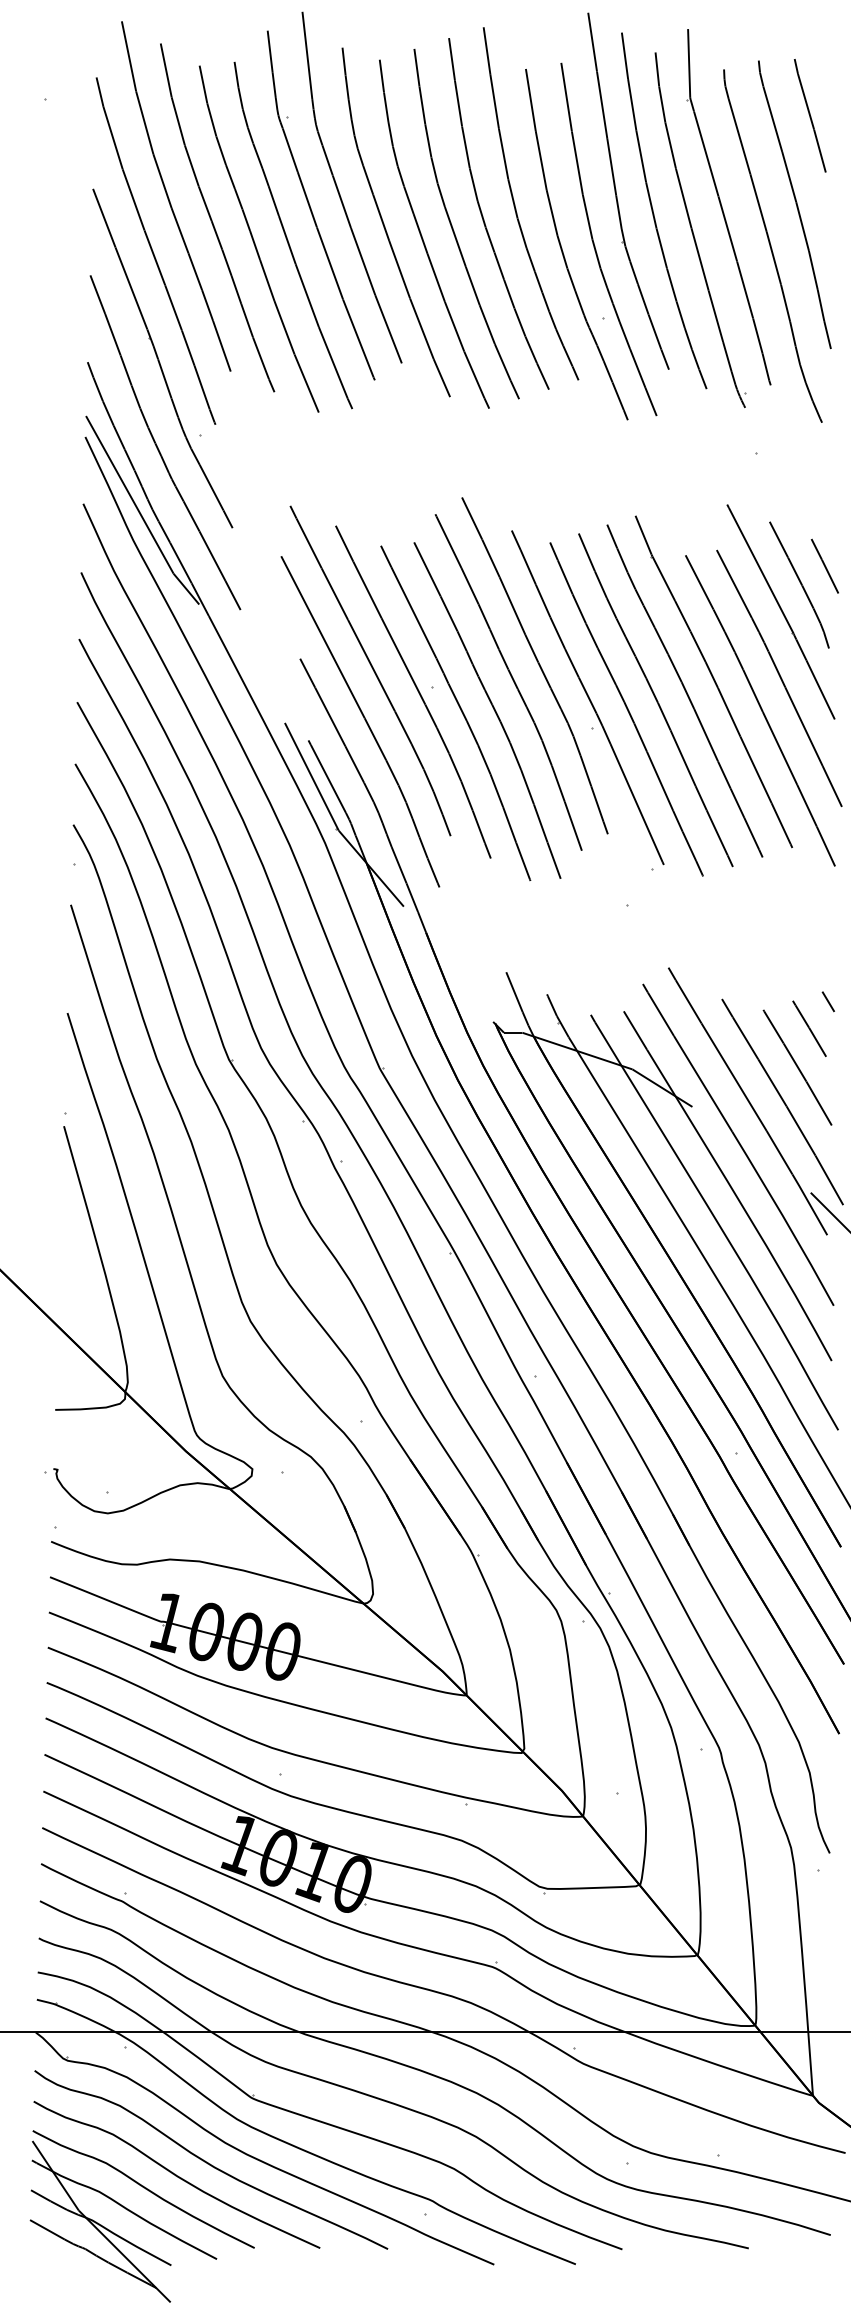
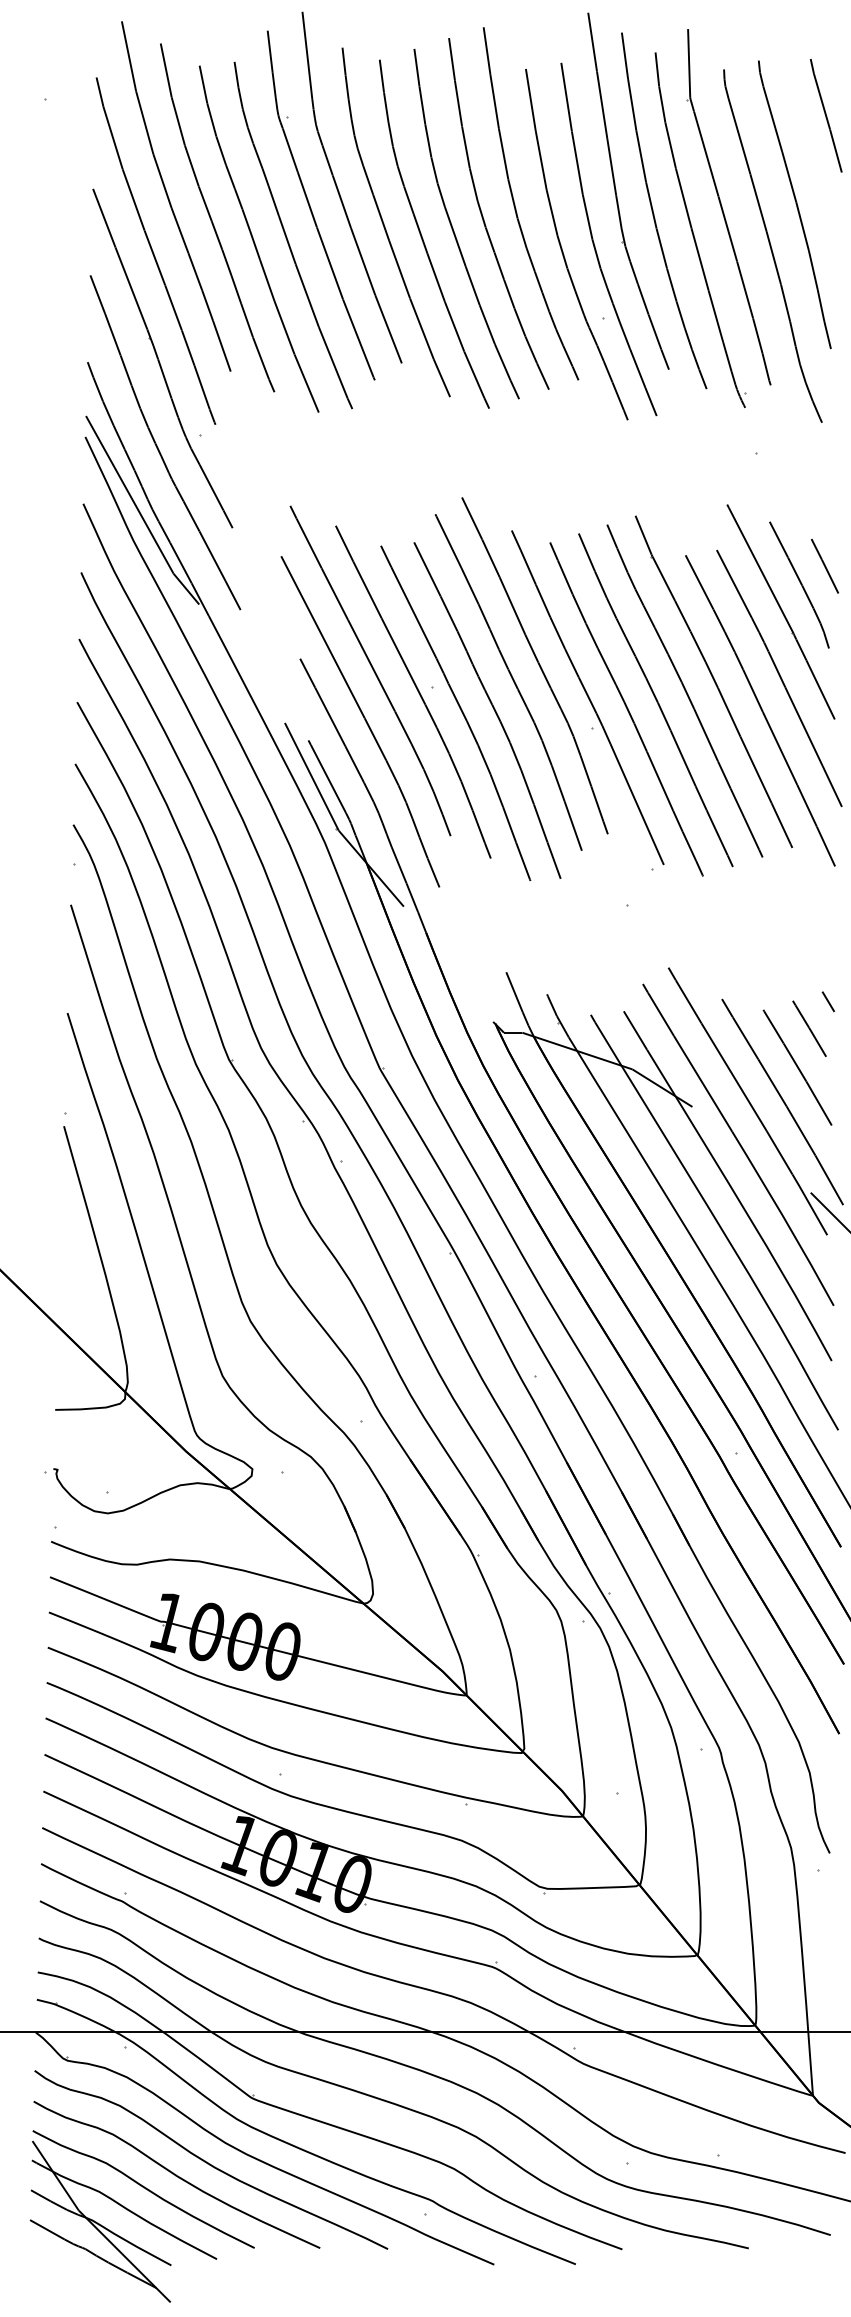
line at (810, 115) position: (810, 115) -> (826, 115)
